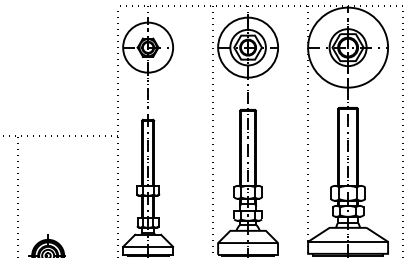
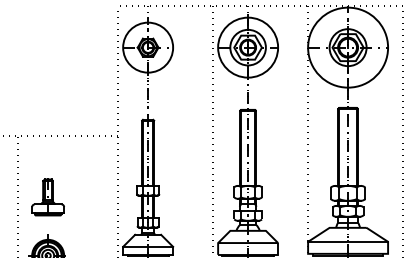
part at (47, 197): none -> present
